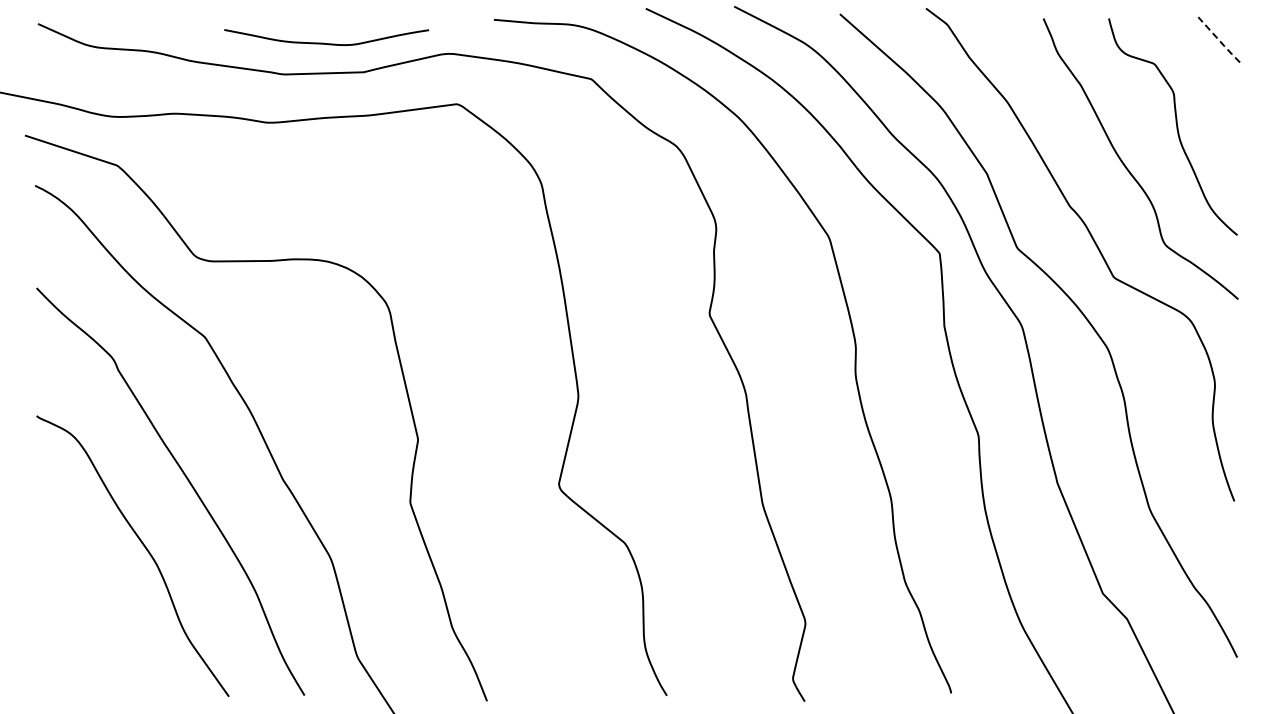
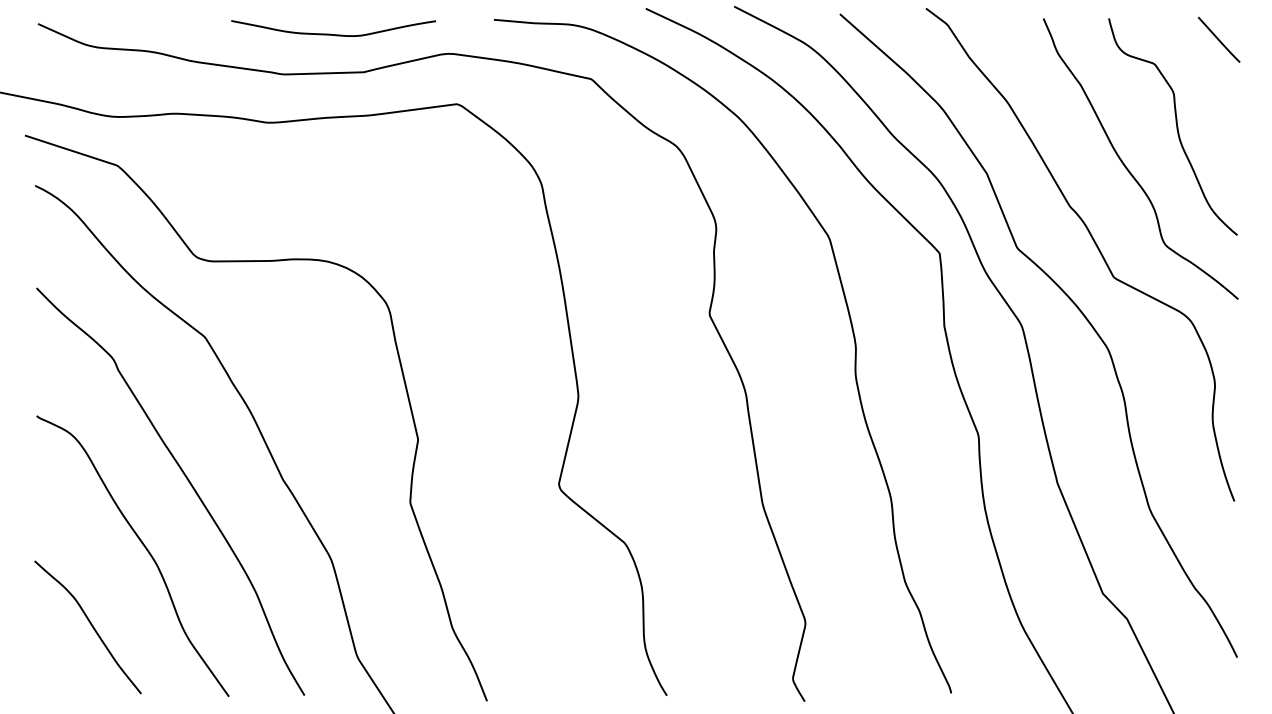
line at (1219, 40): dashed -> solid
curve at (323, 42) position: (323, 42) -> (330, 33)
curve at (91, 626): none -> present
